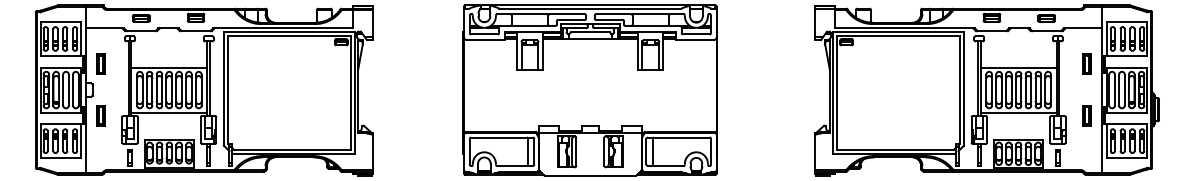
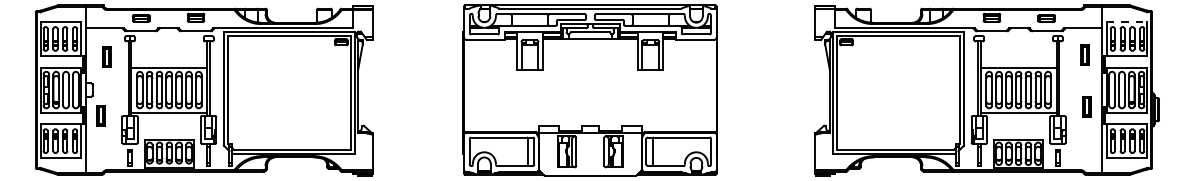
line at (1126, 22): solid -> dashed
part at (100, 63) position: (100, 63) -> (106, 56)
part at (1086, 63) position: (1086, 63) -> (1084, 54)
part at (1086, 115) position: (1086, 115) -> (1086, 106)
